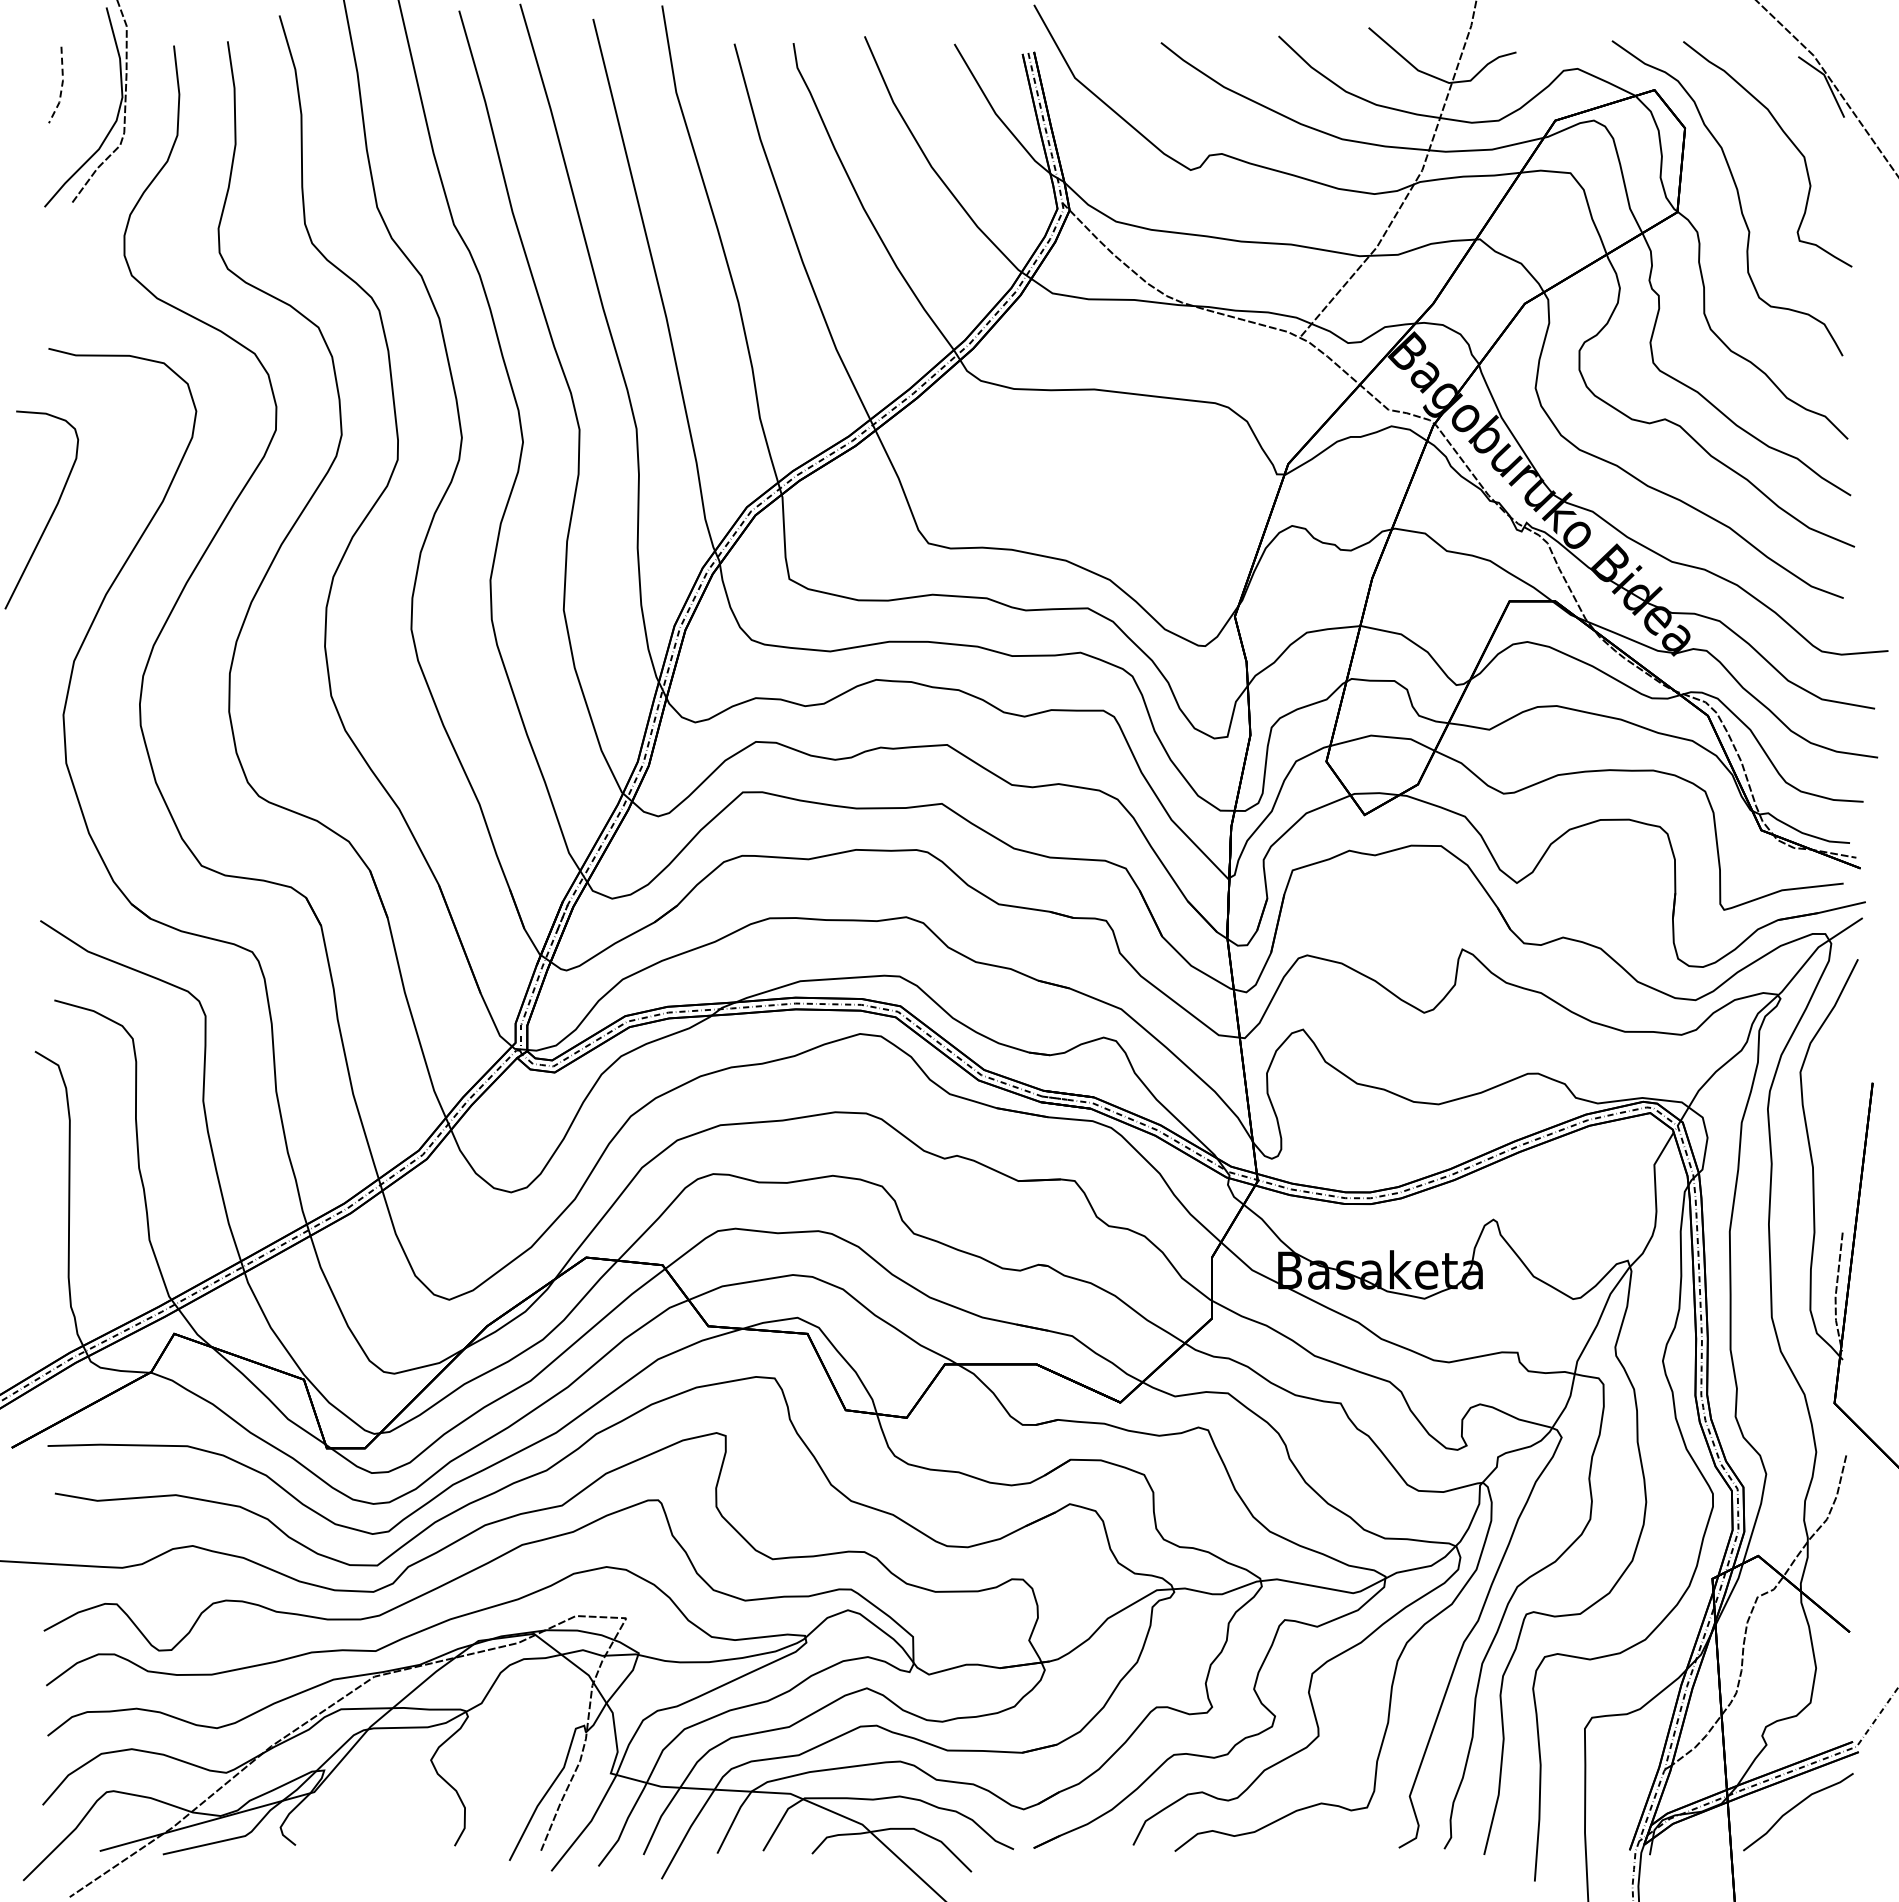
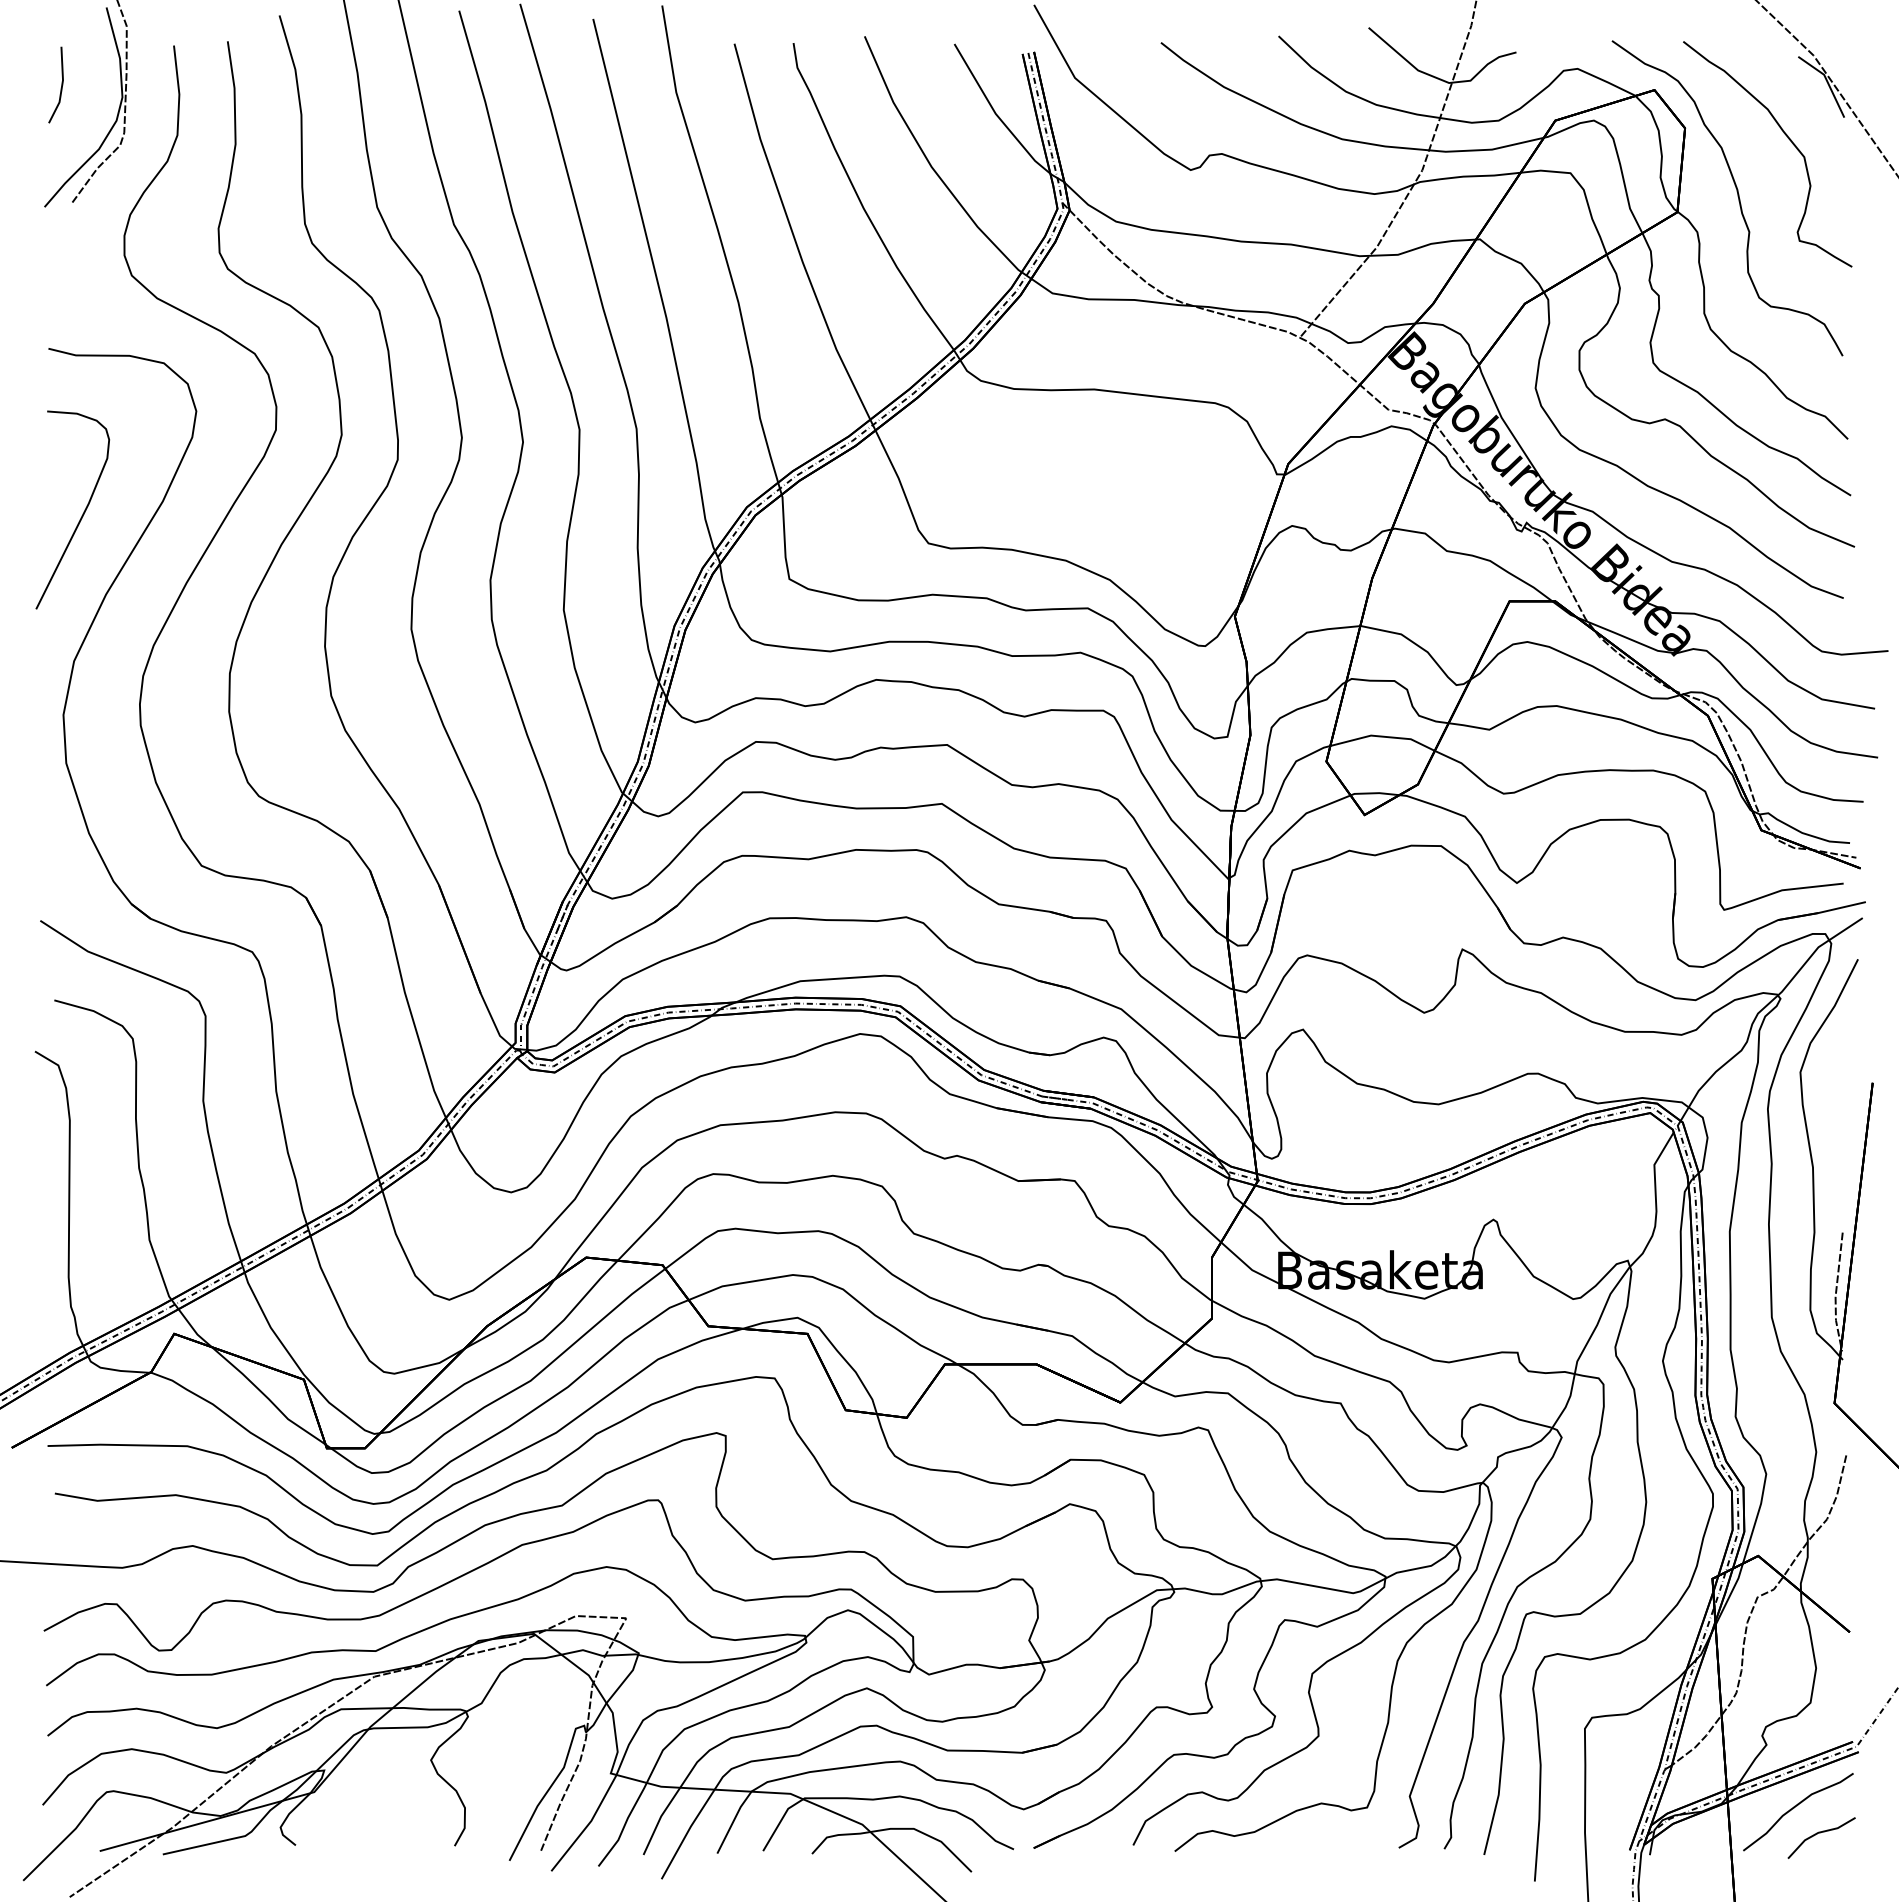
line at (61, 87): dashed -> solid
curve at (51, 513) position: (51, 513) -> (82, 513)
line at (1820, 1833): none -> present
